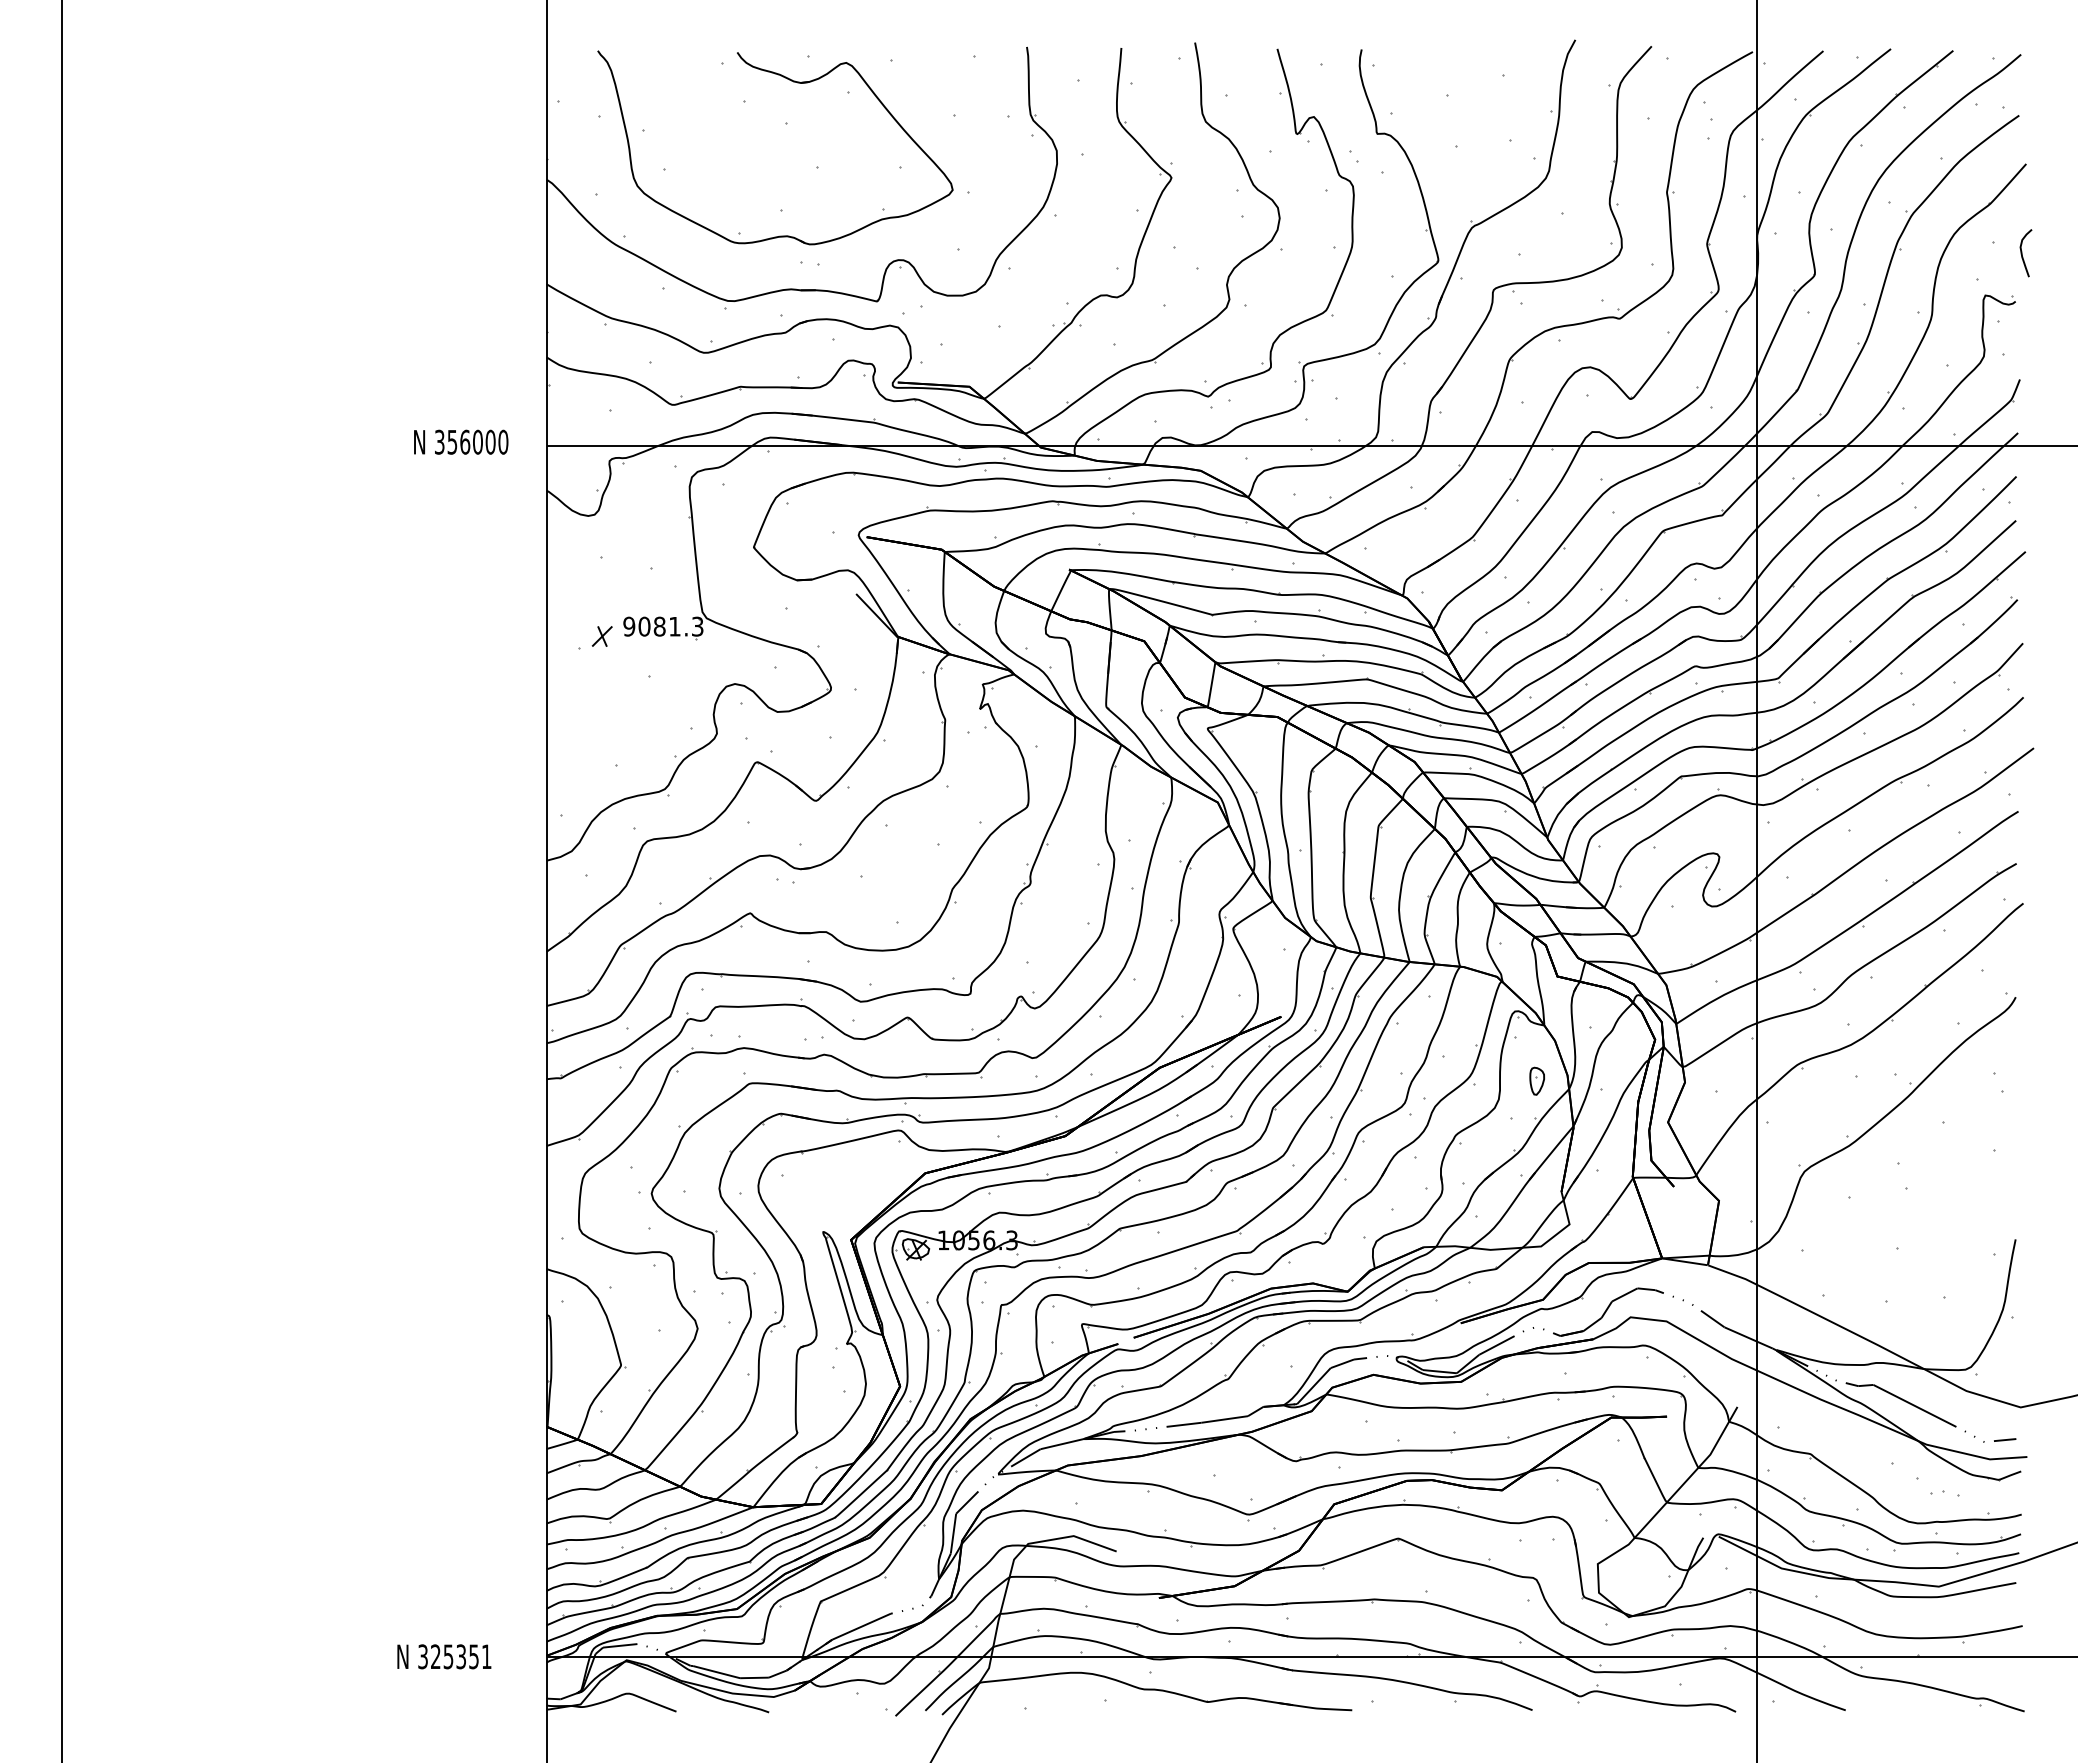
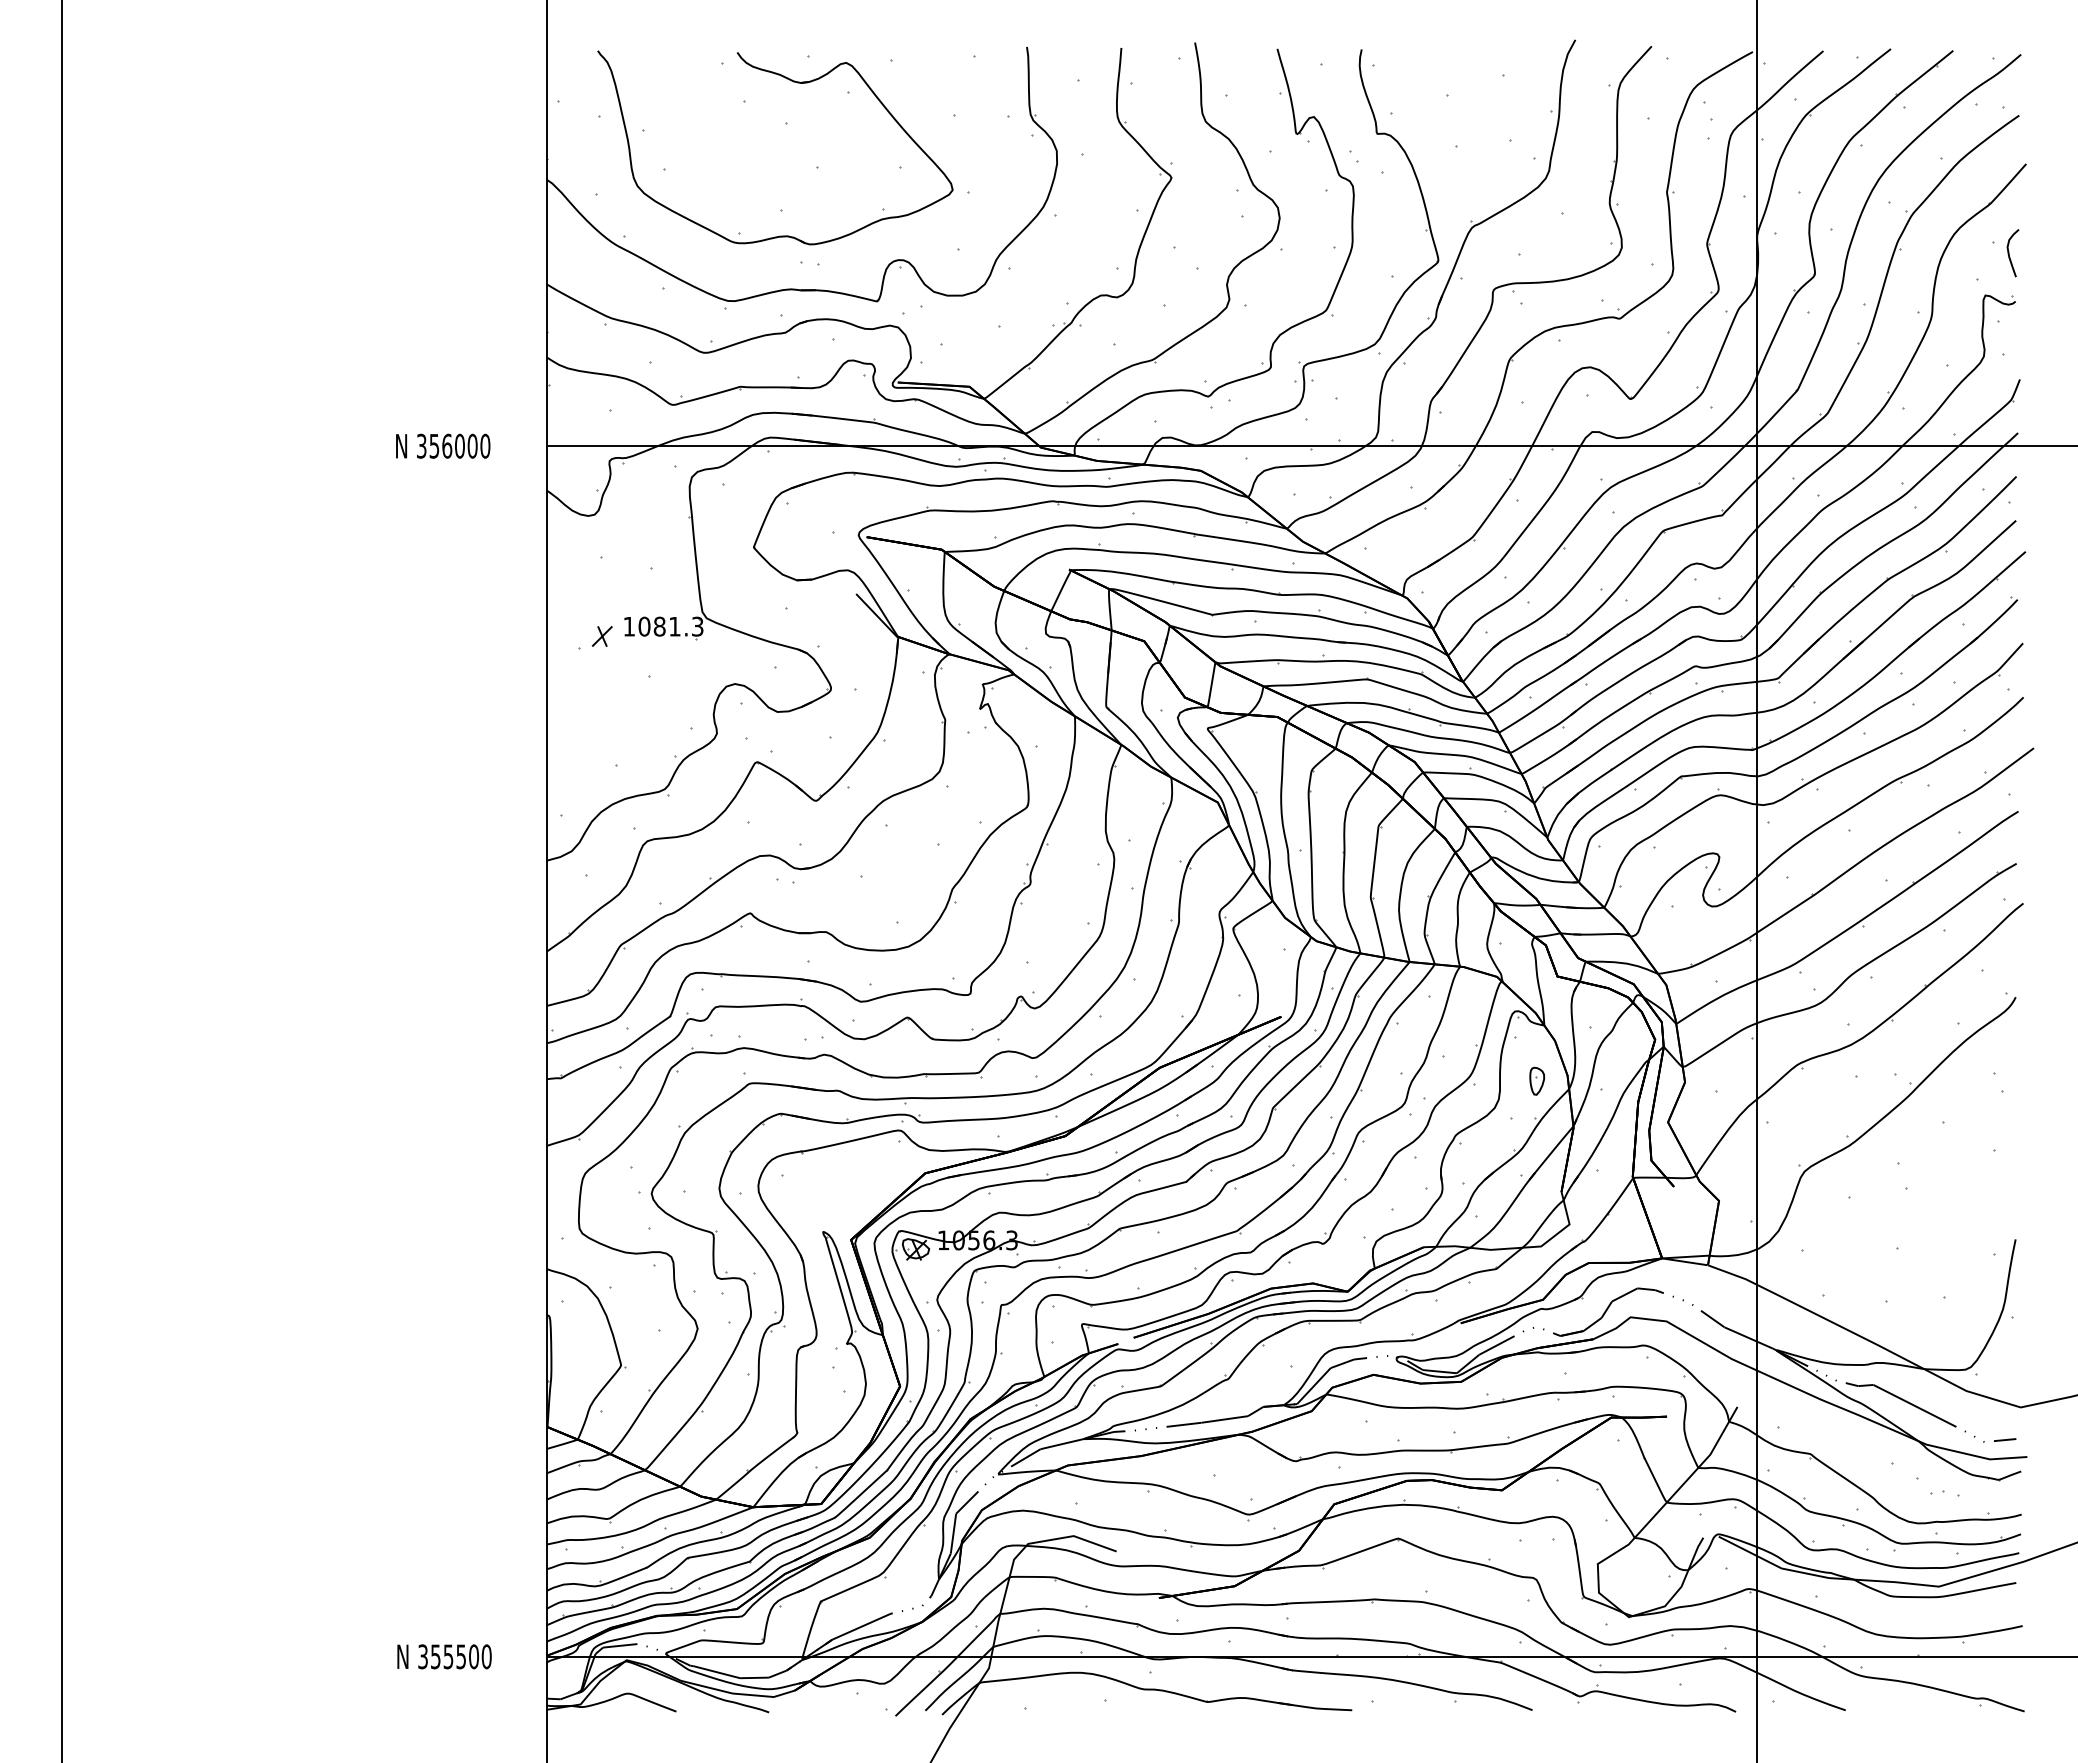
curve at (2022, 253) position: (2022, 253) -> (2009, 253)
text at (461, 441) position: (461, 441) -> (443, 445)
text at (629, 626): 9081.3 -> 1081.3
text at (461, 1656): 325351 -> 355500
